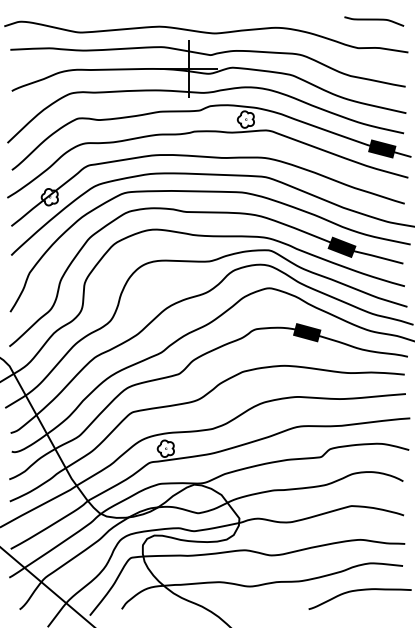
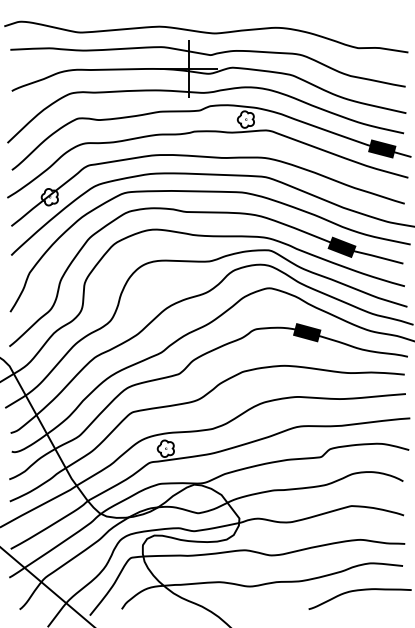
curve at (374, 20): present -> none
